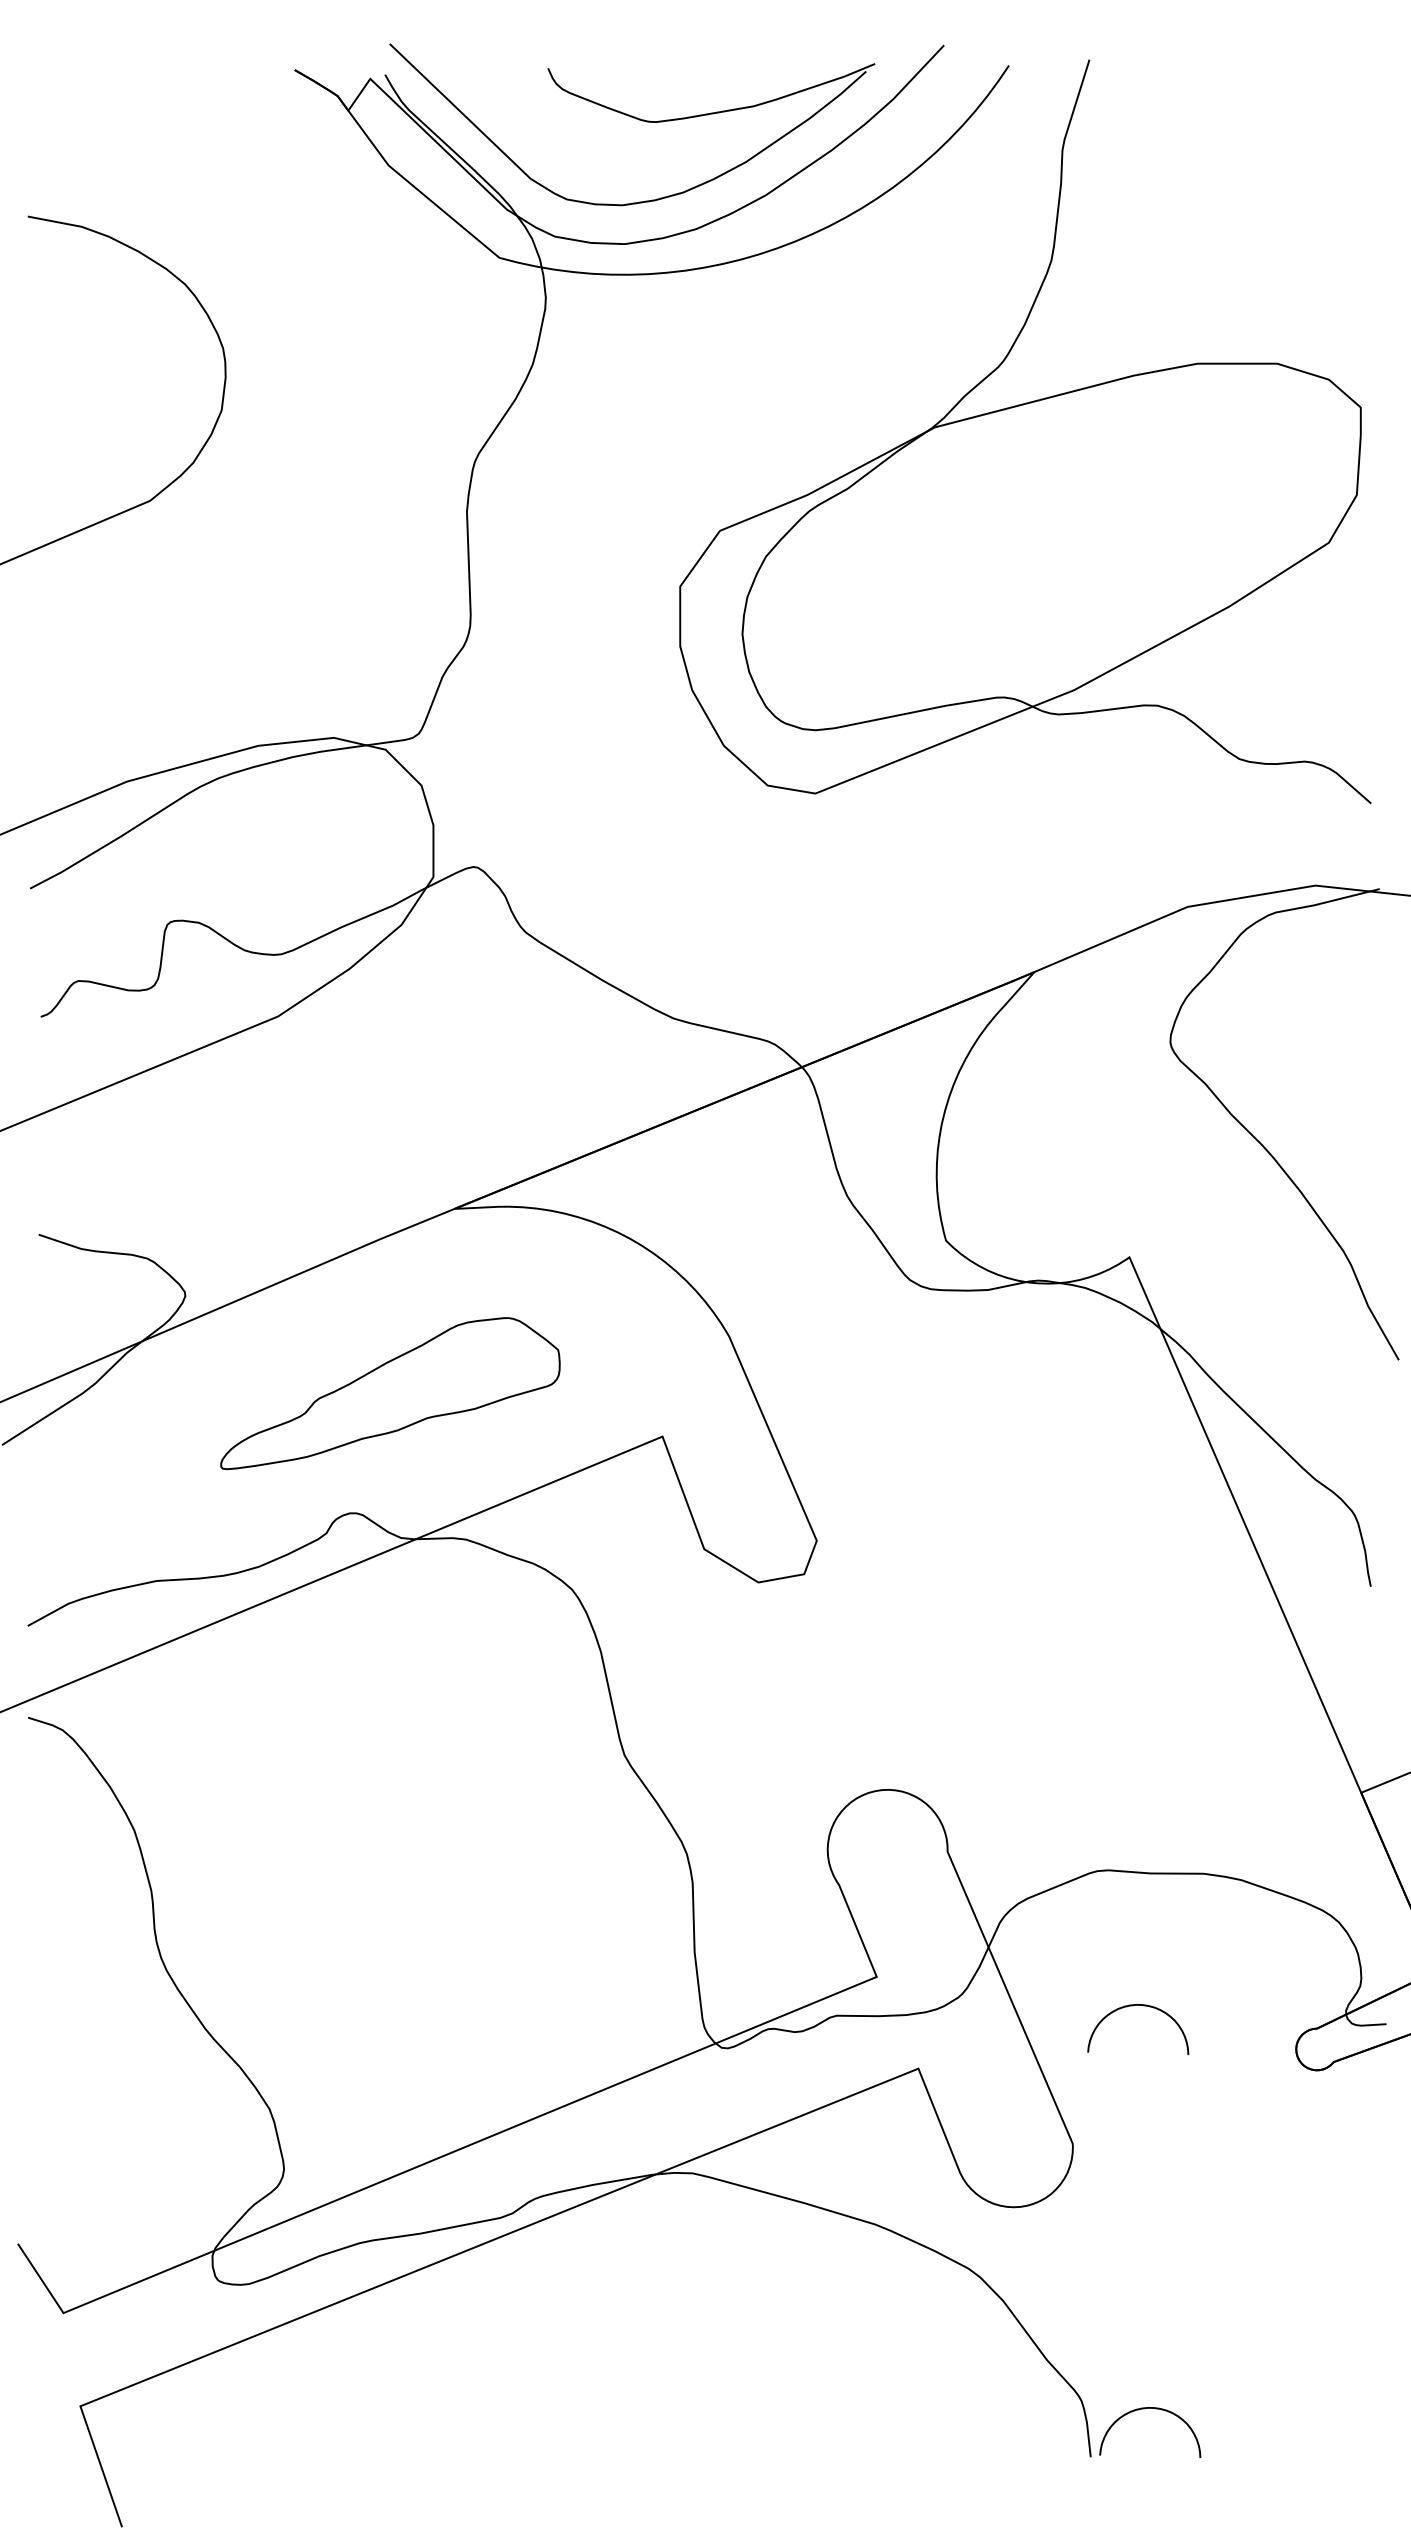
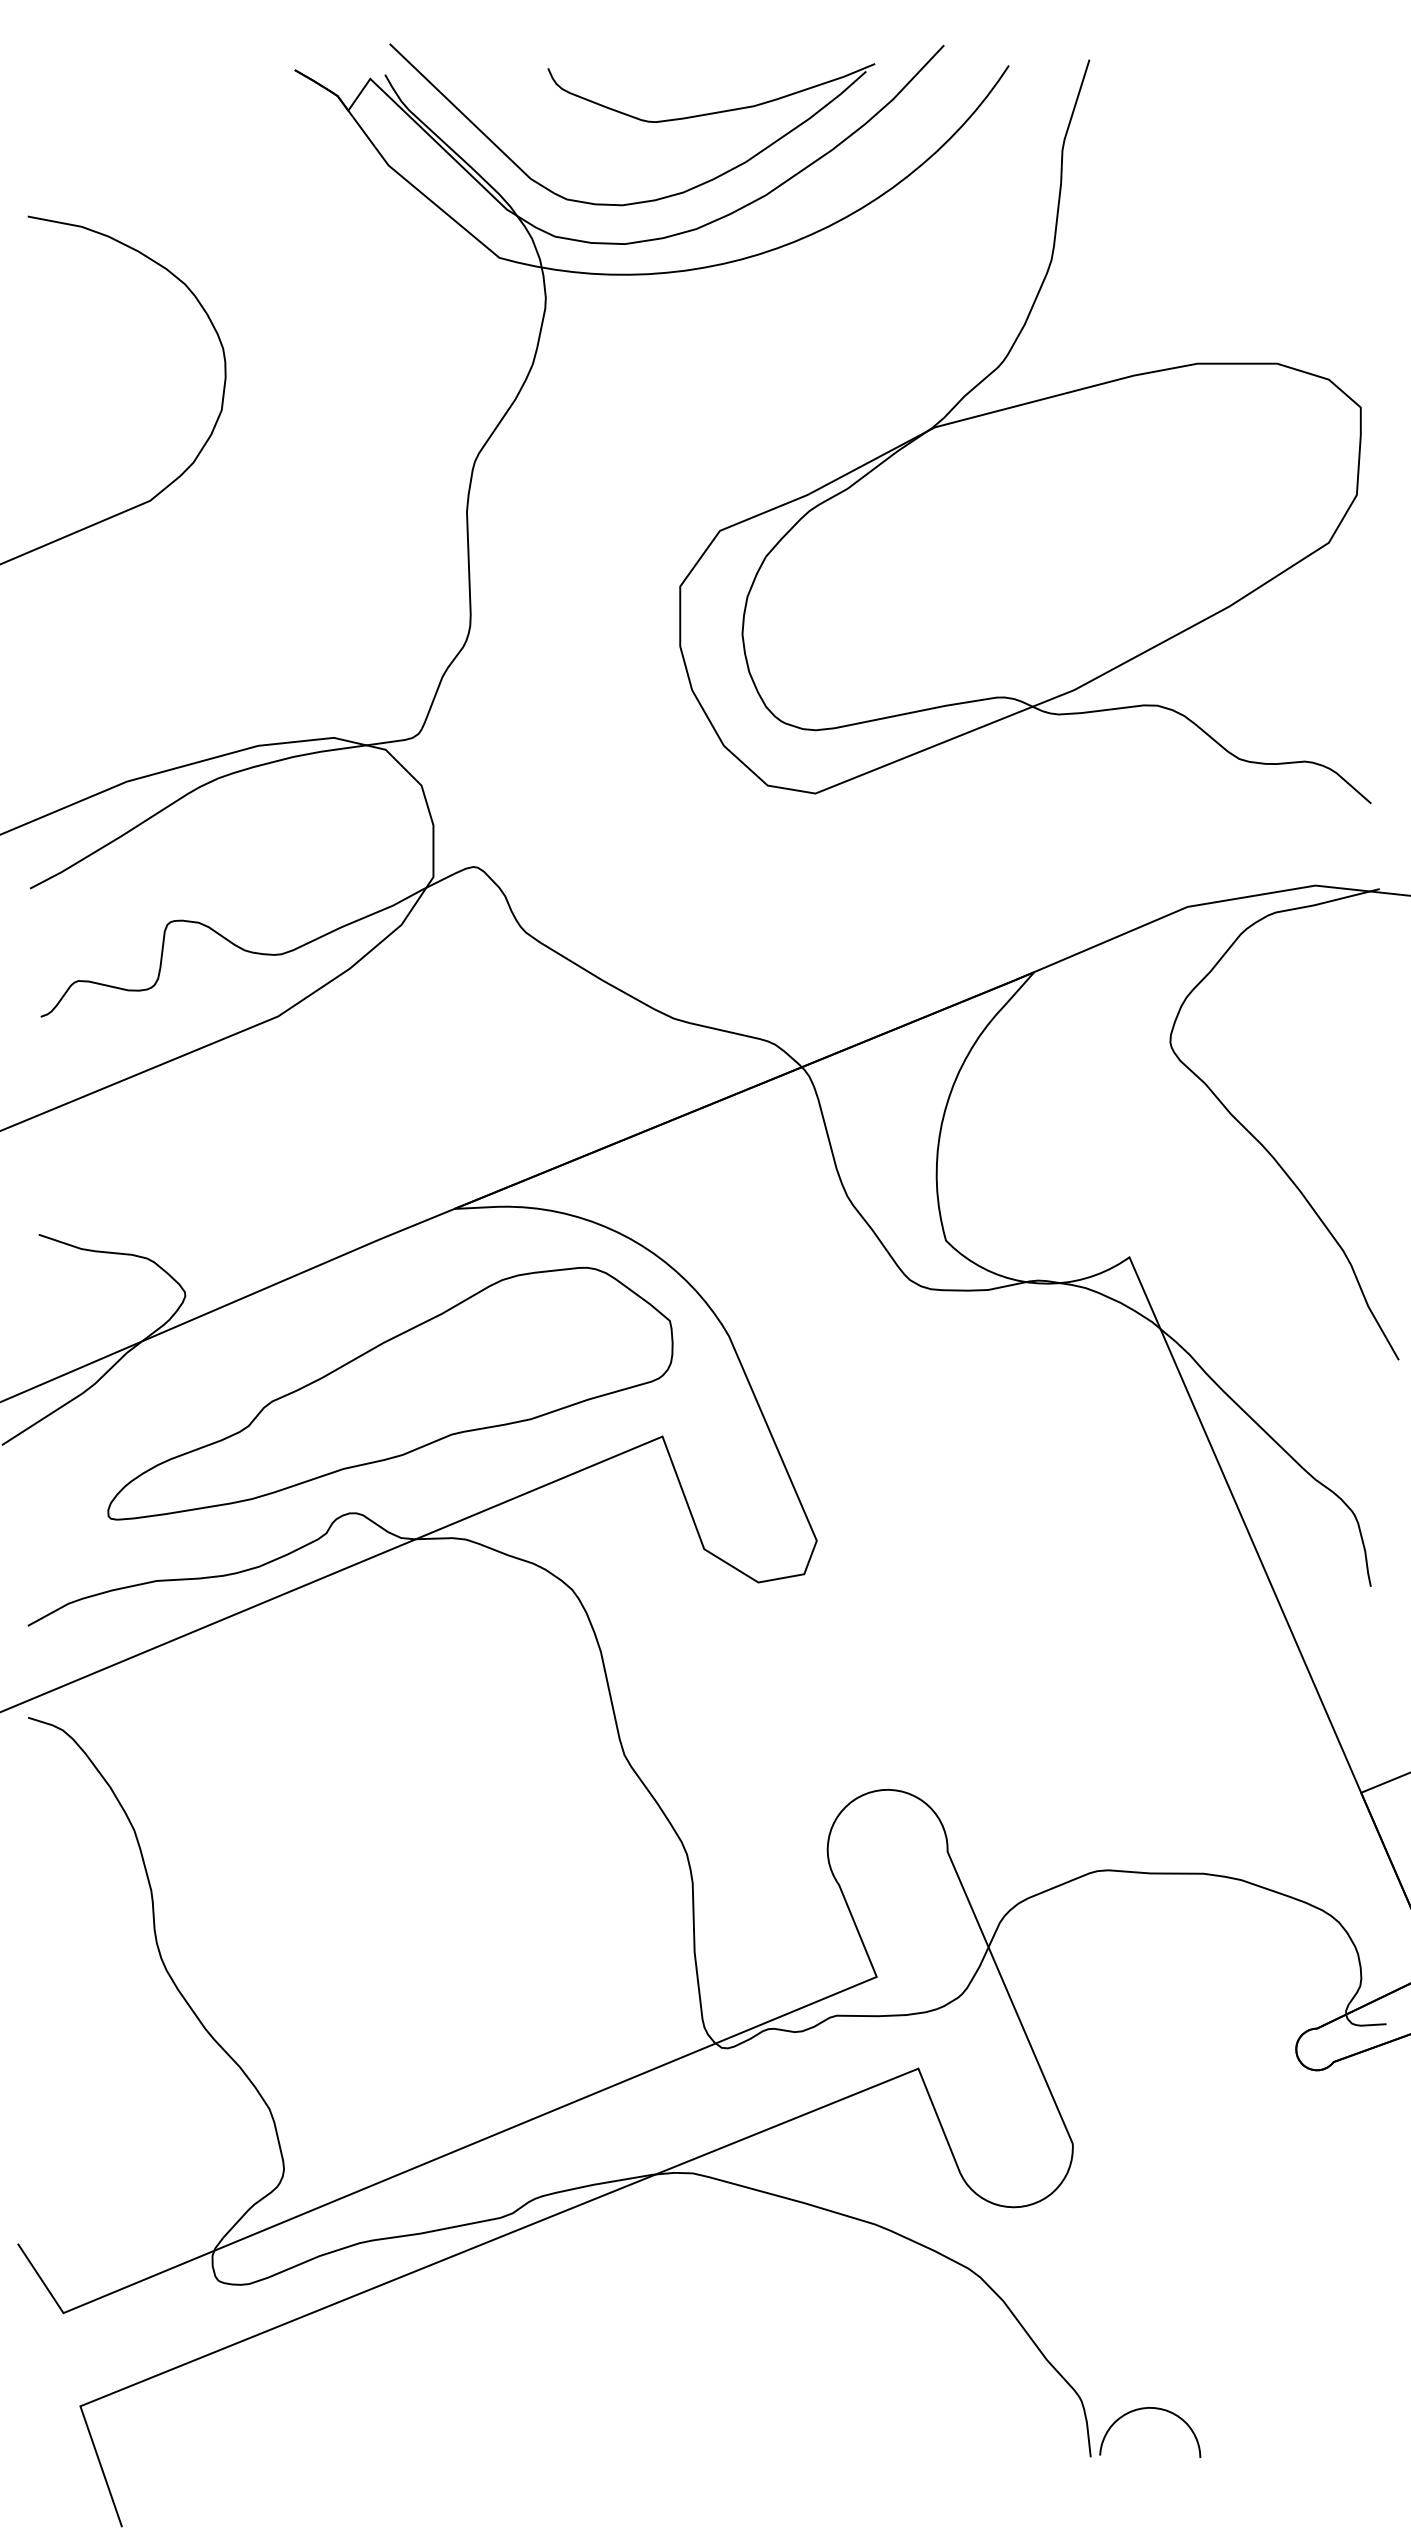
part at (390, 1393) size: 341x154 px -> 567x255 px
curve at (1133, 2006): present -> none
